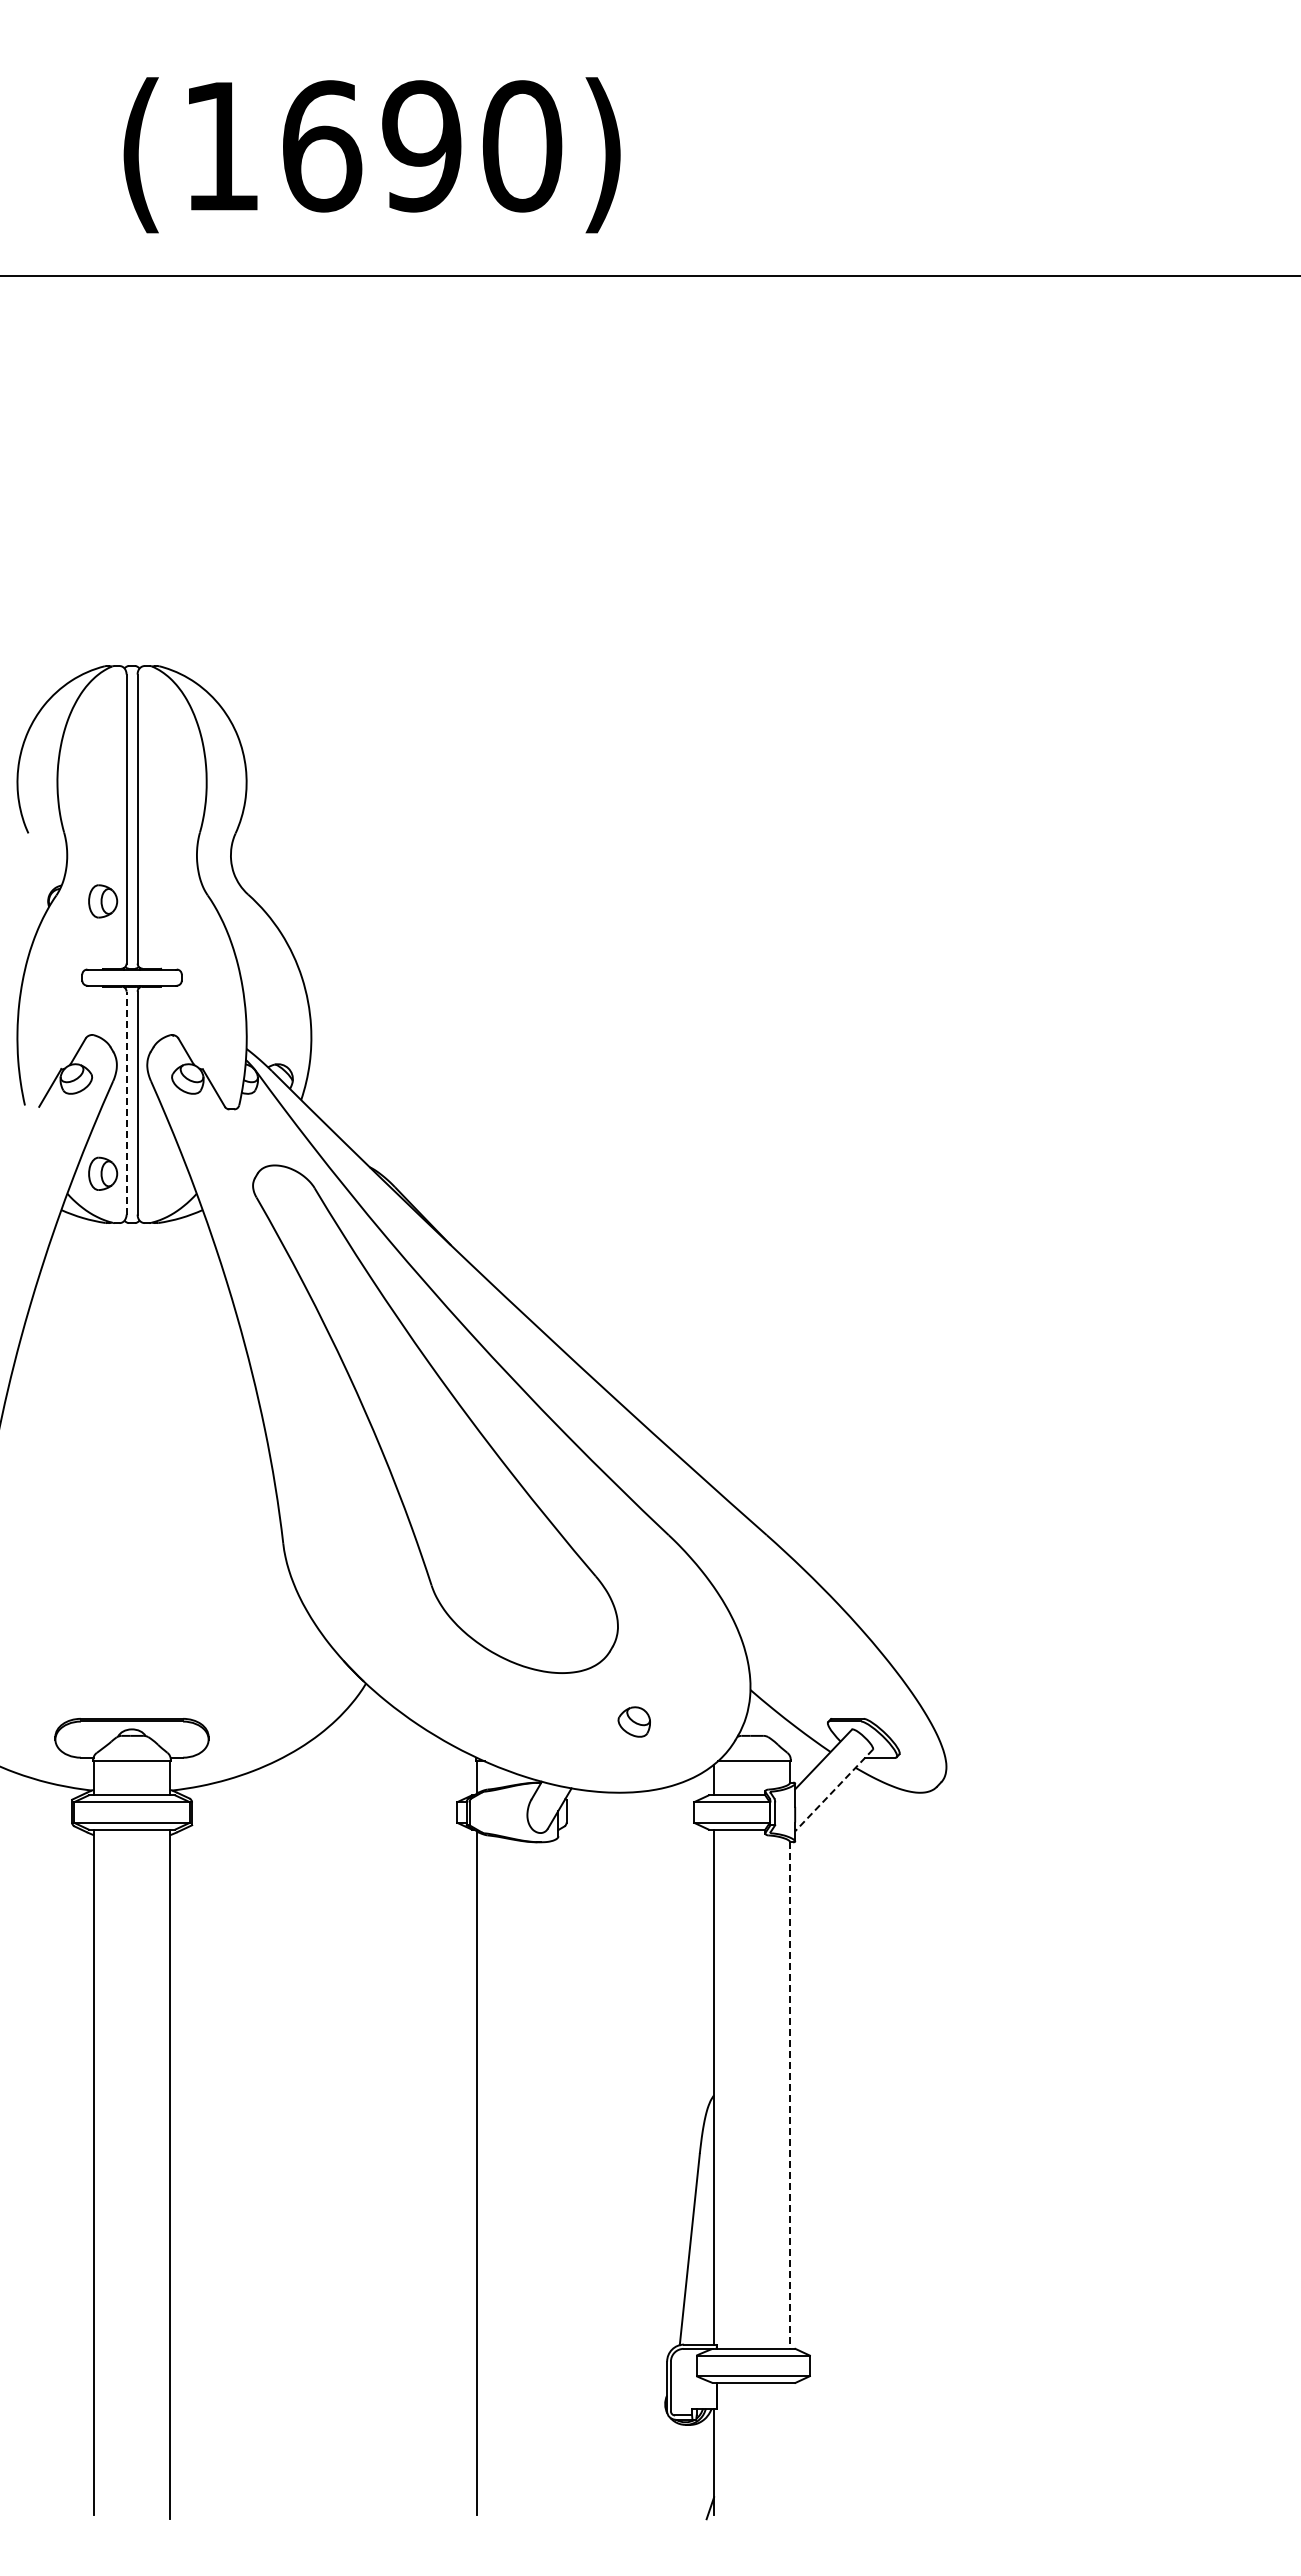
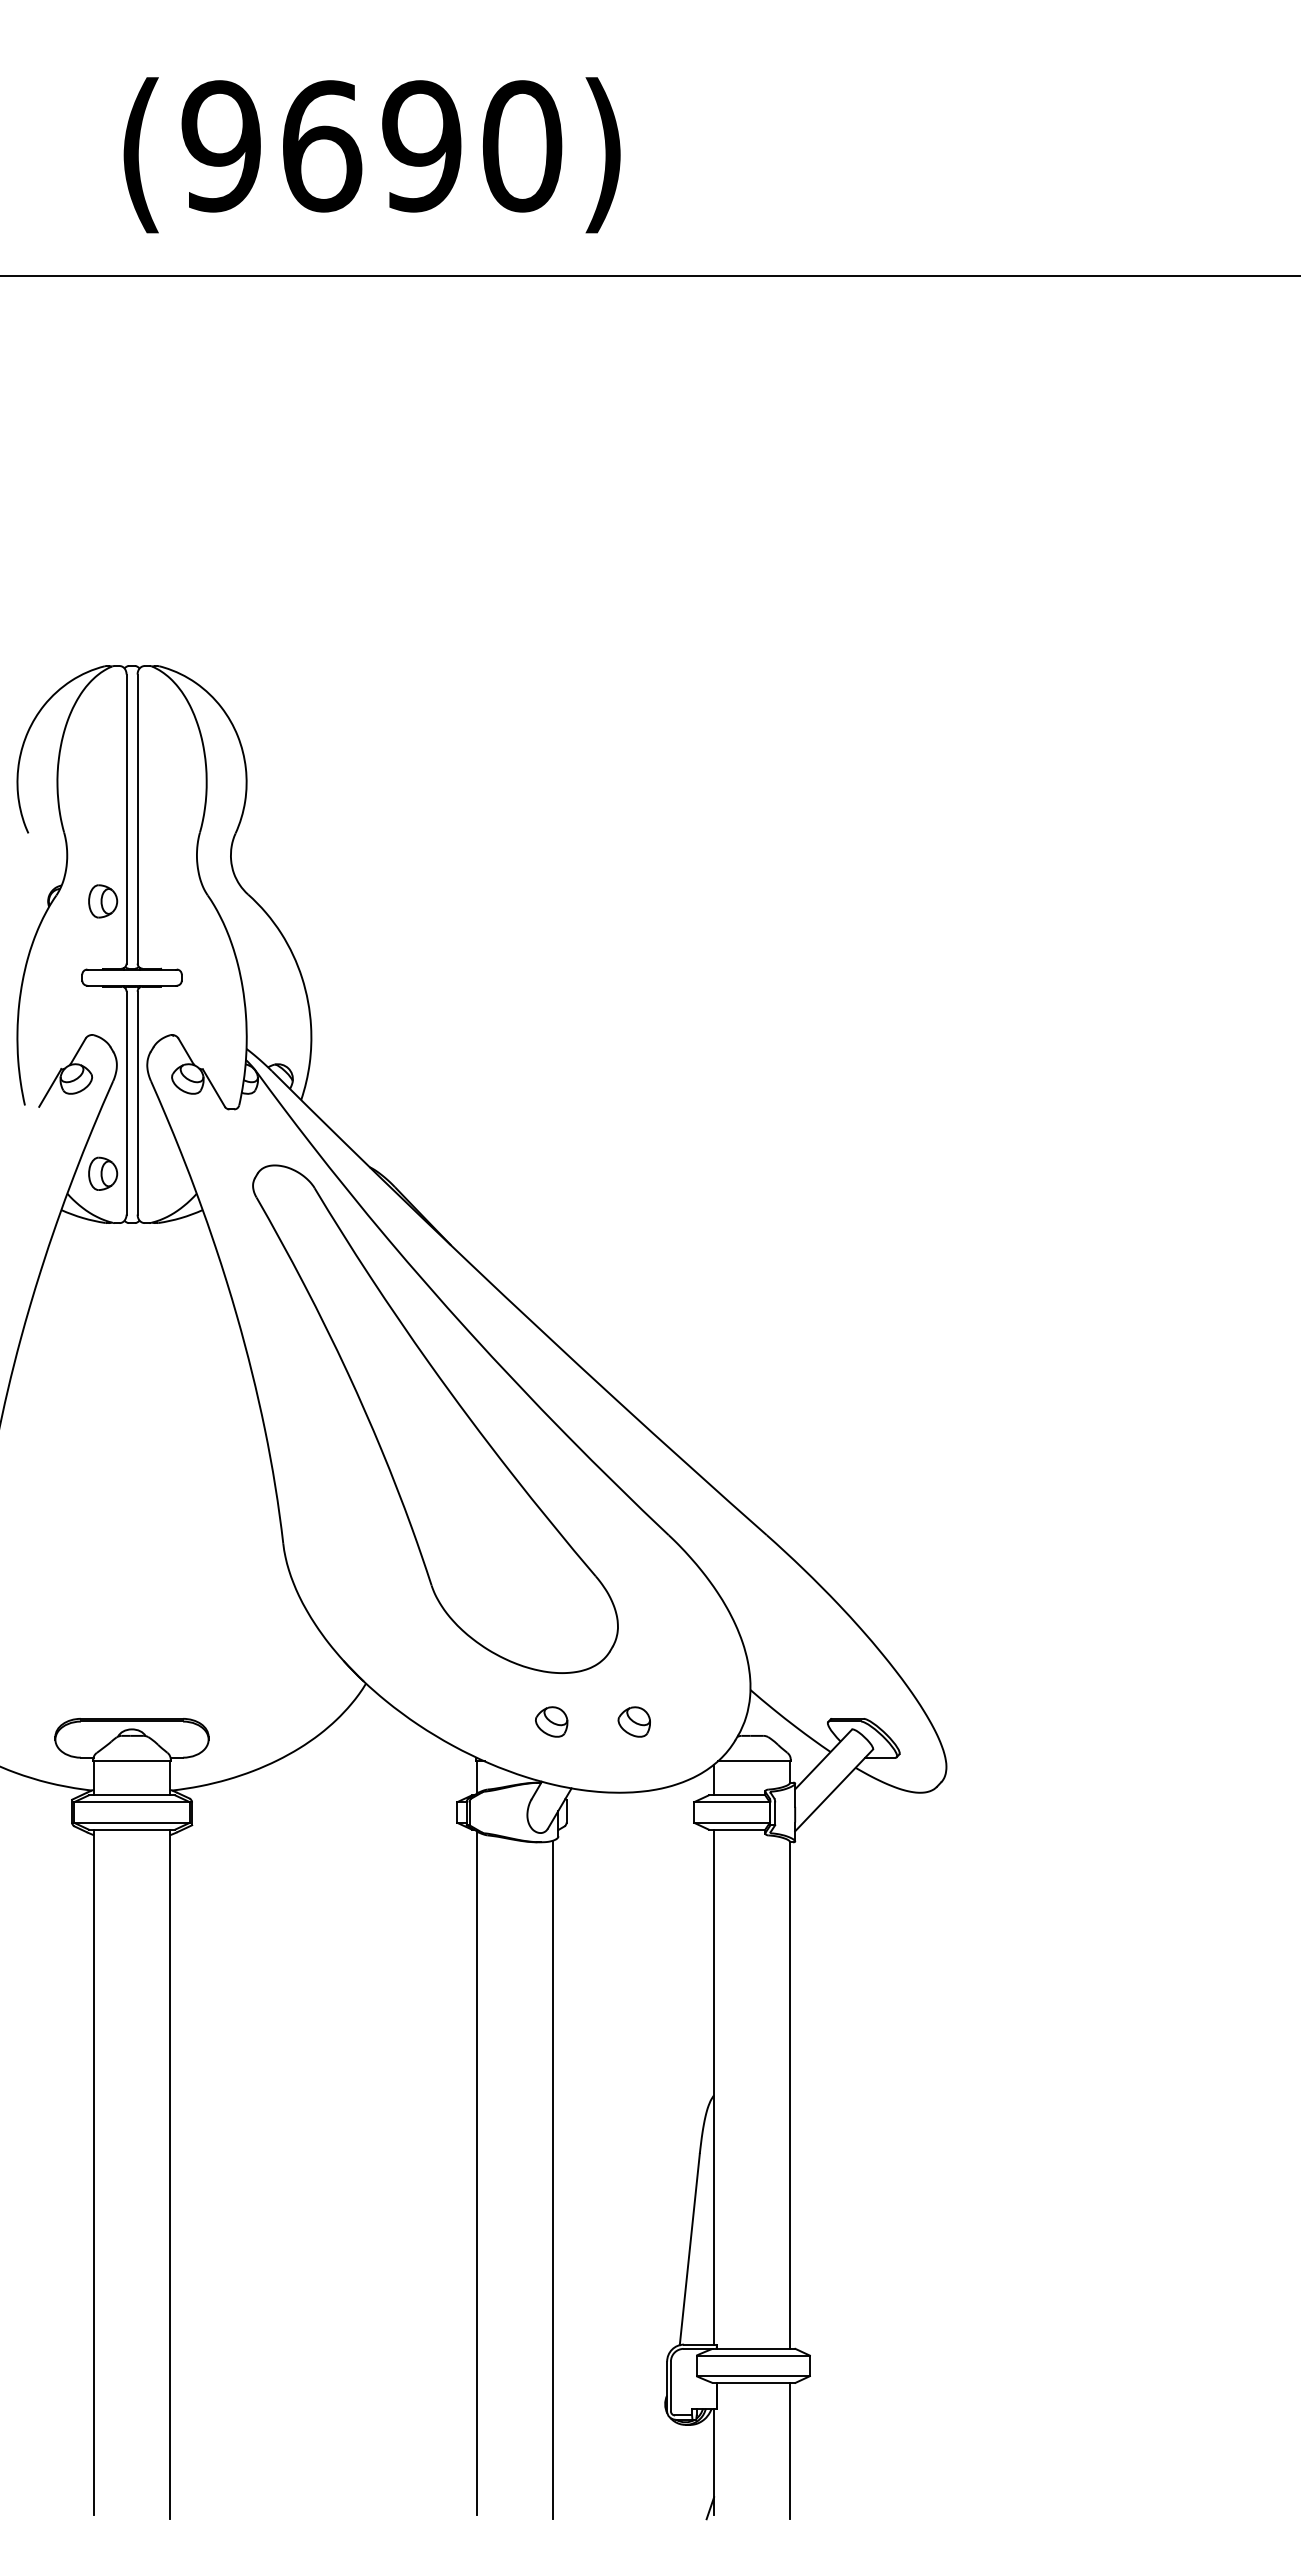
text at (220, 146): (1690) -> (9690)
line at (126, 1102): dashed -> solid
part at (551, 1721): none -> present
line at (833, 1790): dashed -> solid
line at (789, 2095): dashed -> solid
line at (553, 2179): none -> present
line at (789, 2450): none -> present
